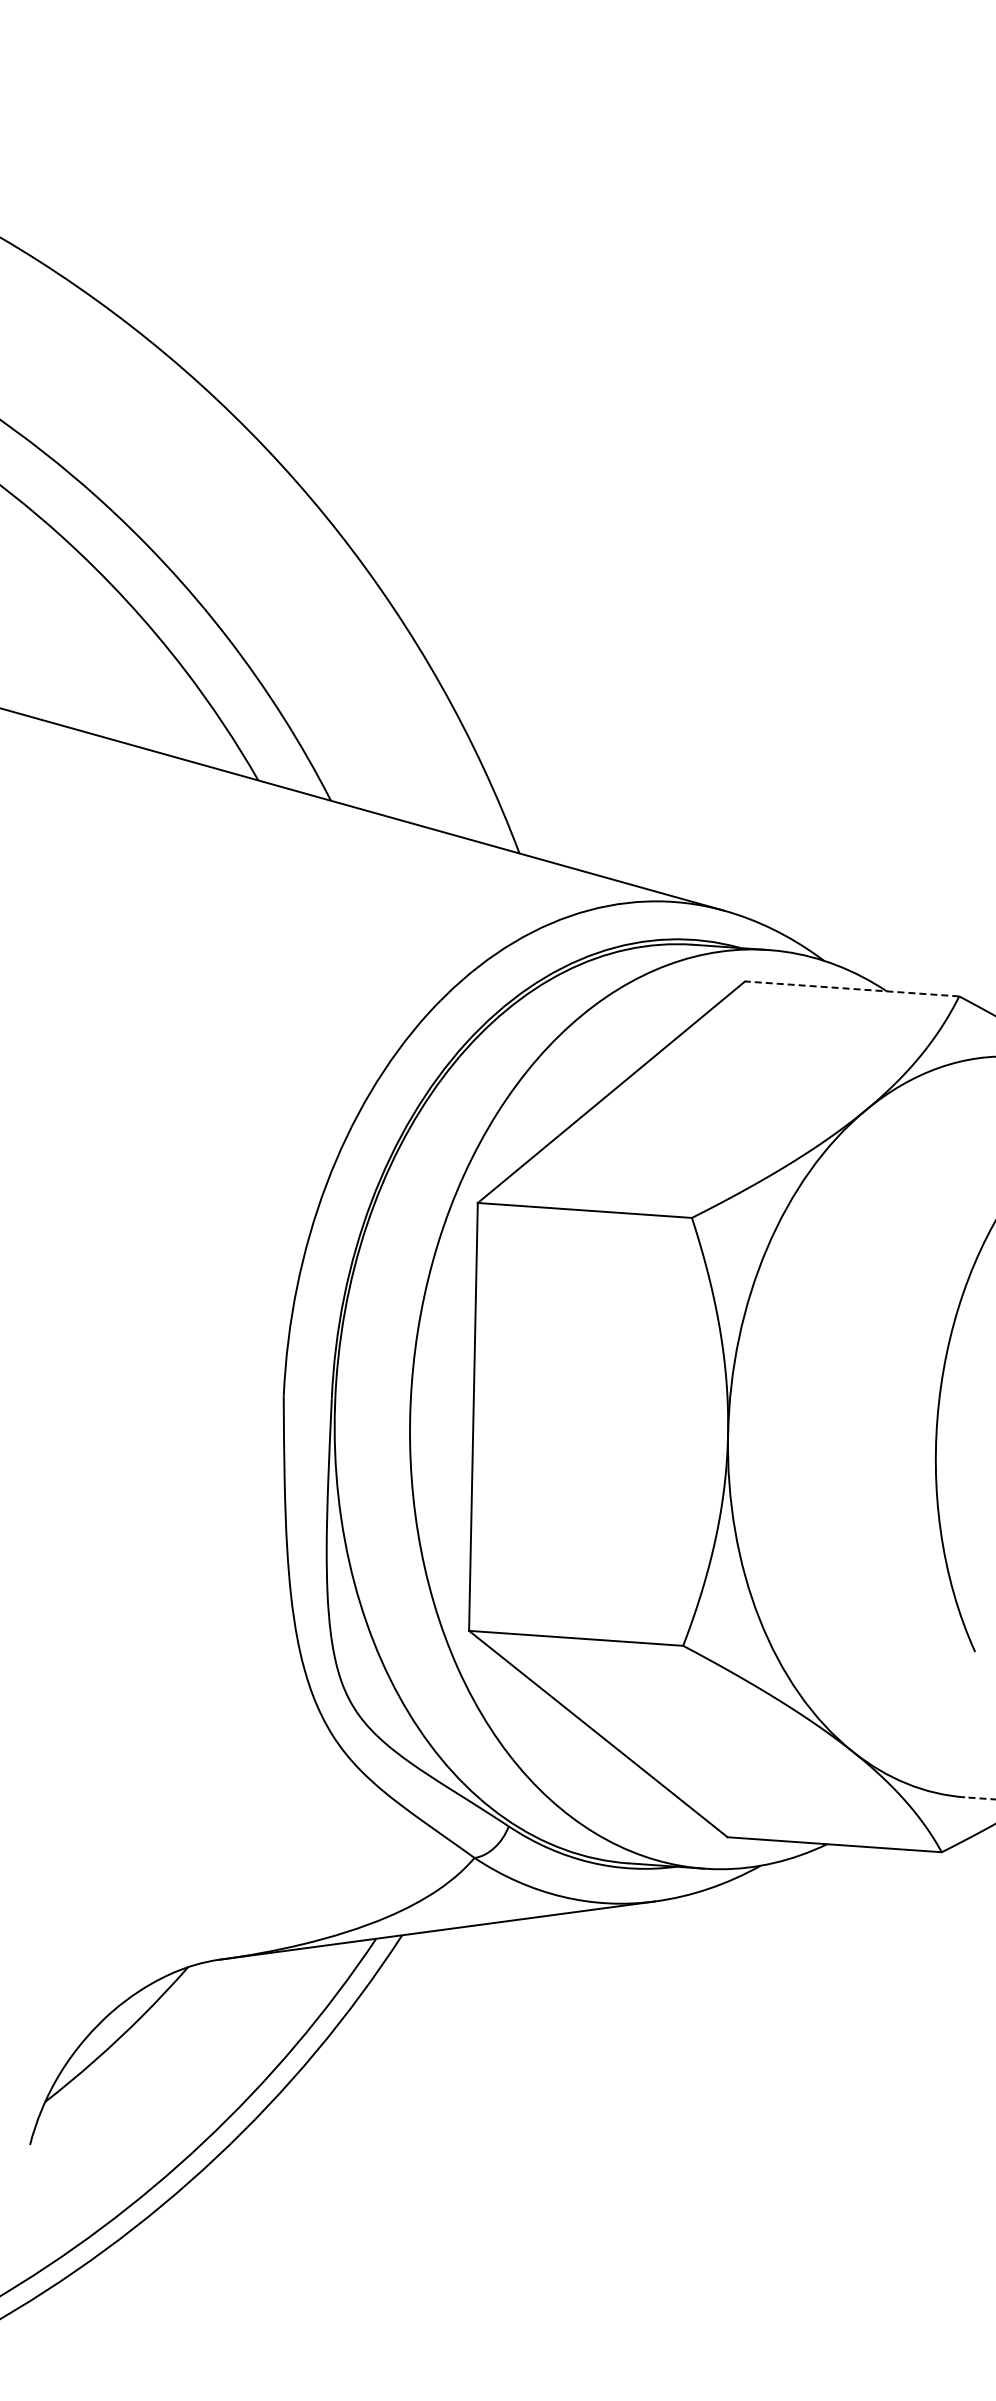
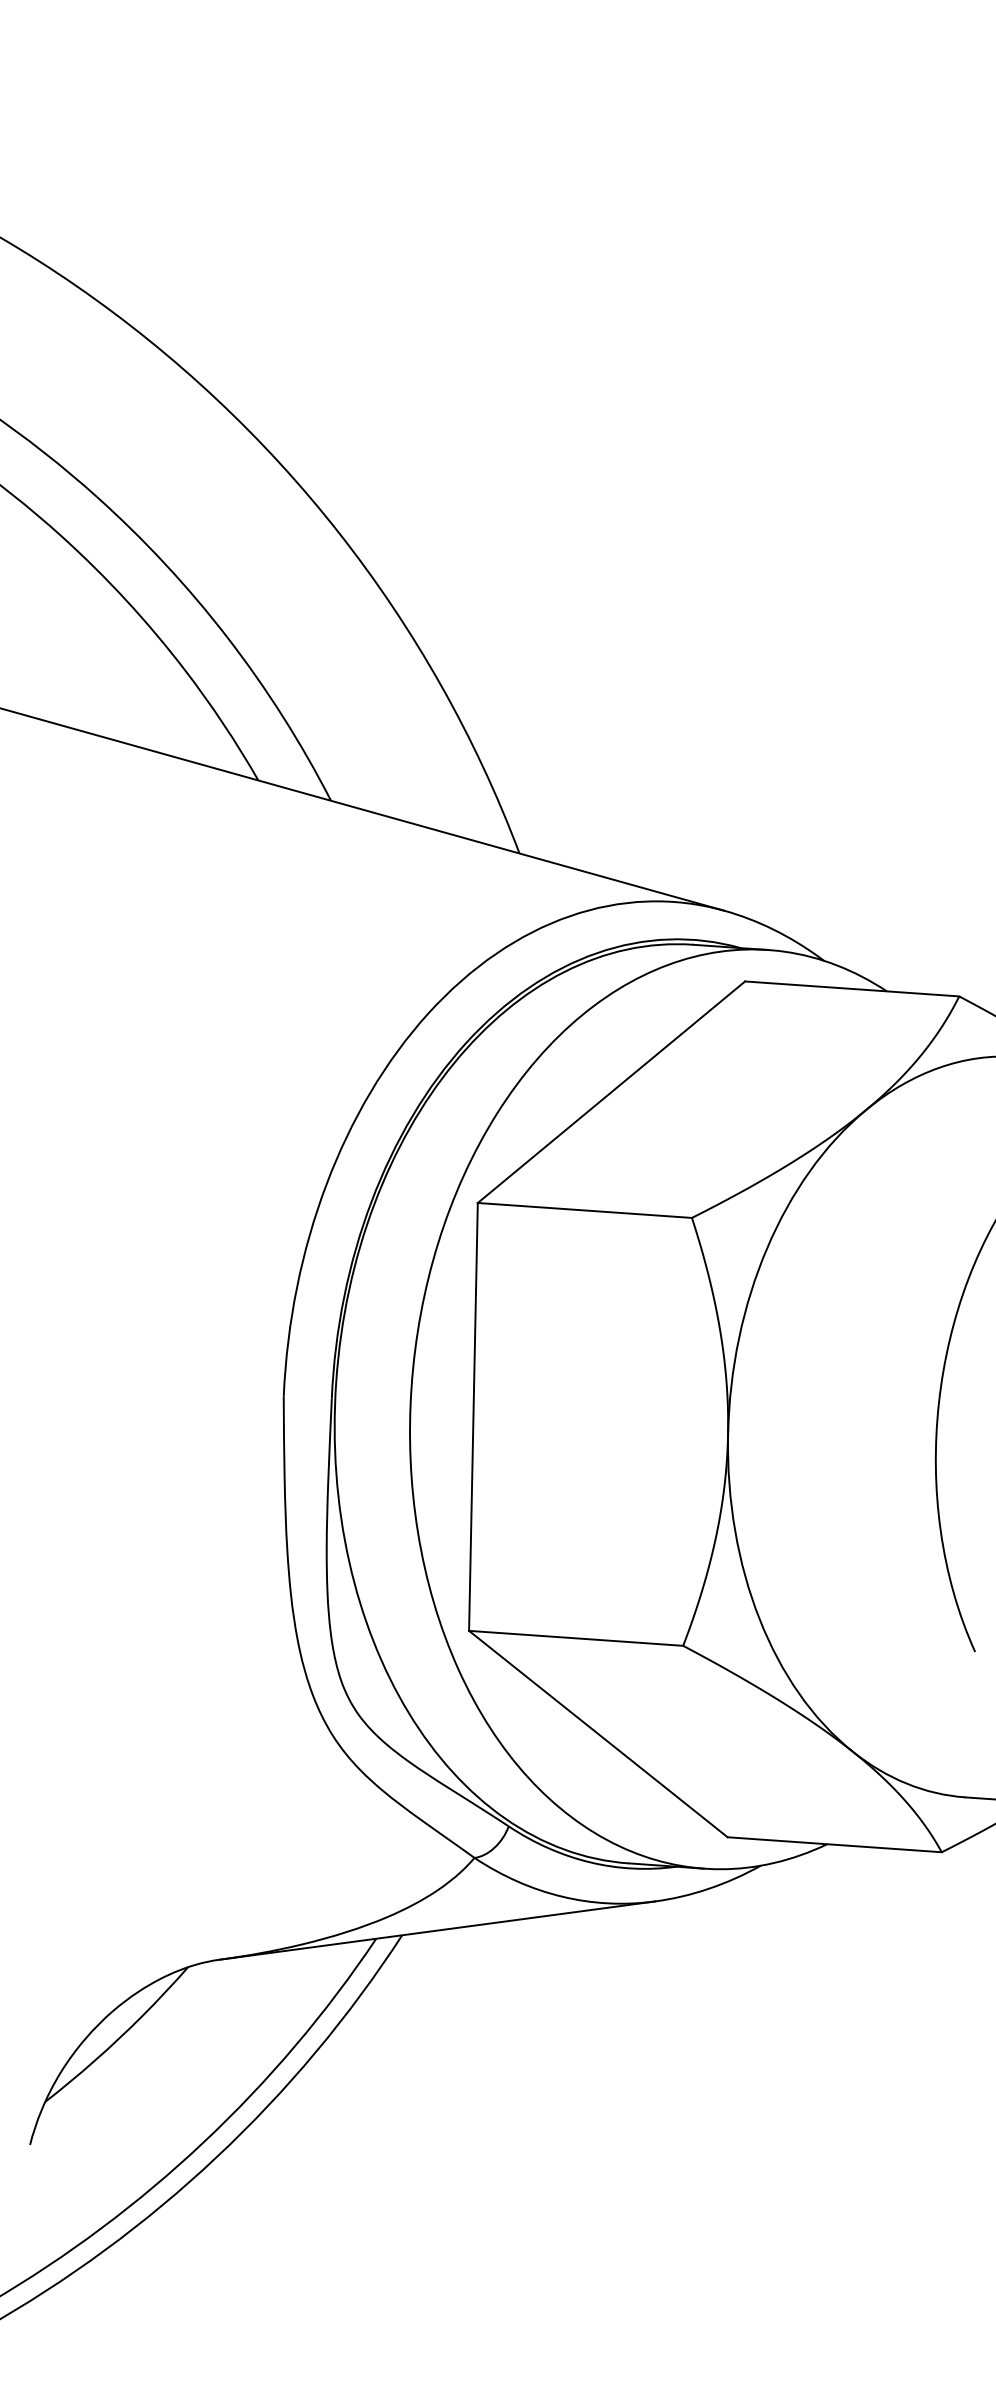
line at (851, 988): dashed -> solid
line at (980, 1798): dashed -> solid
